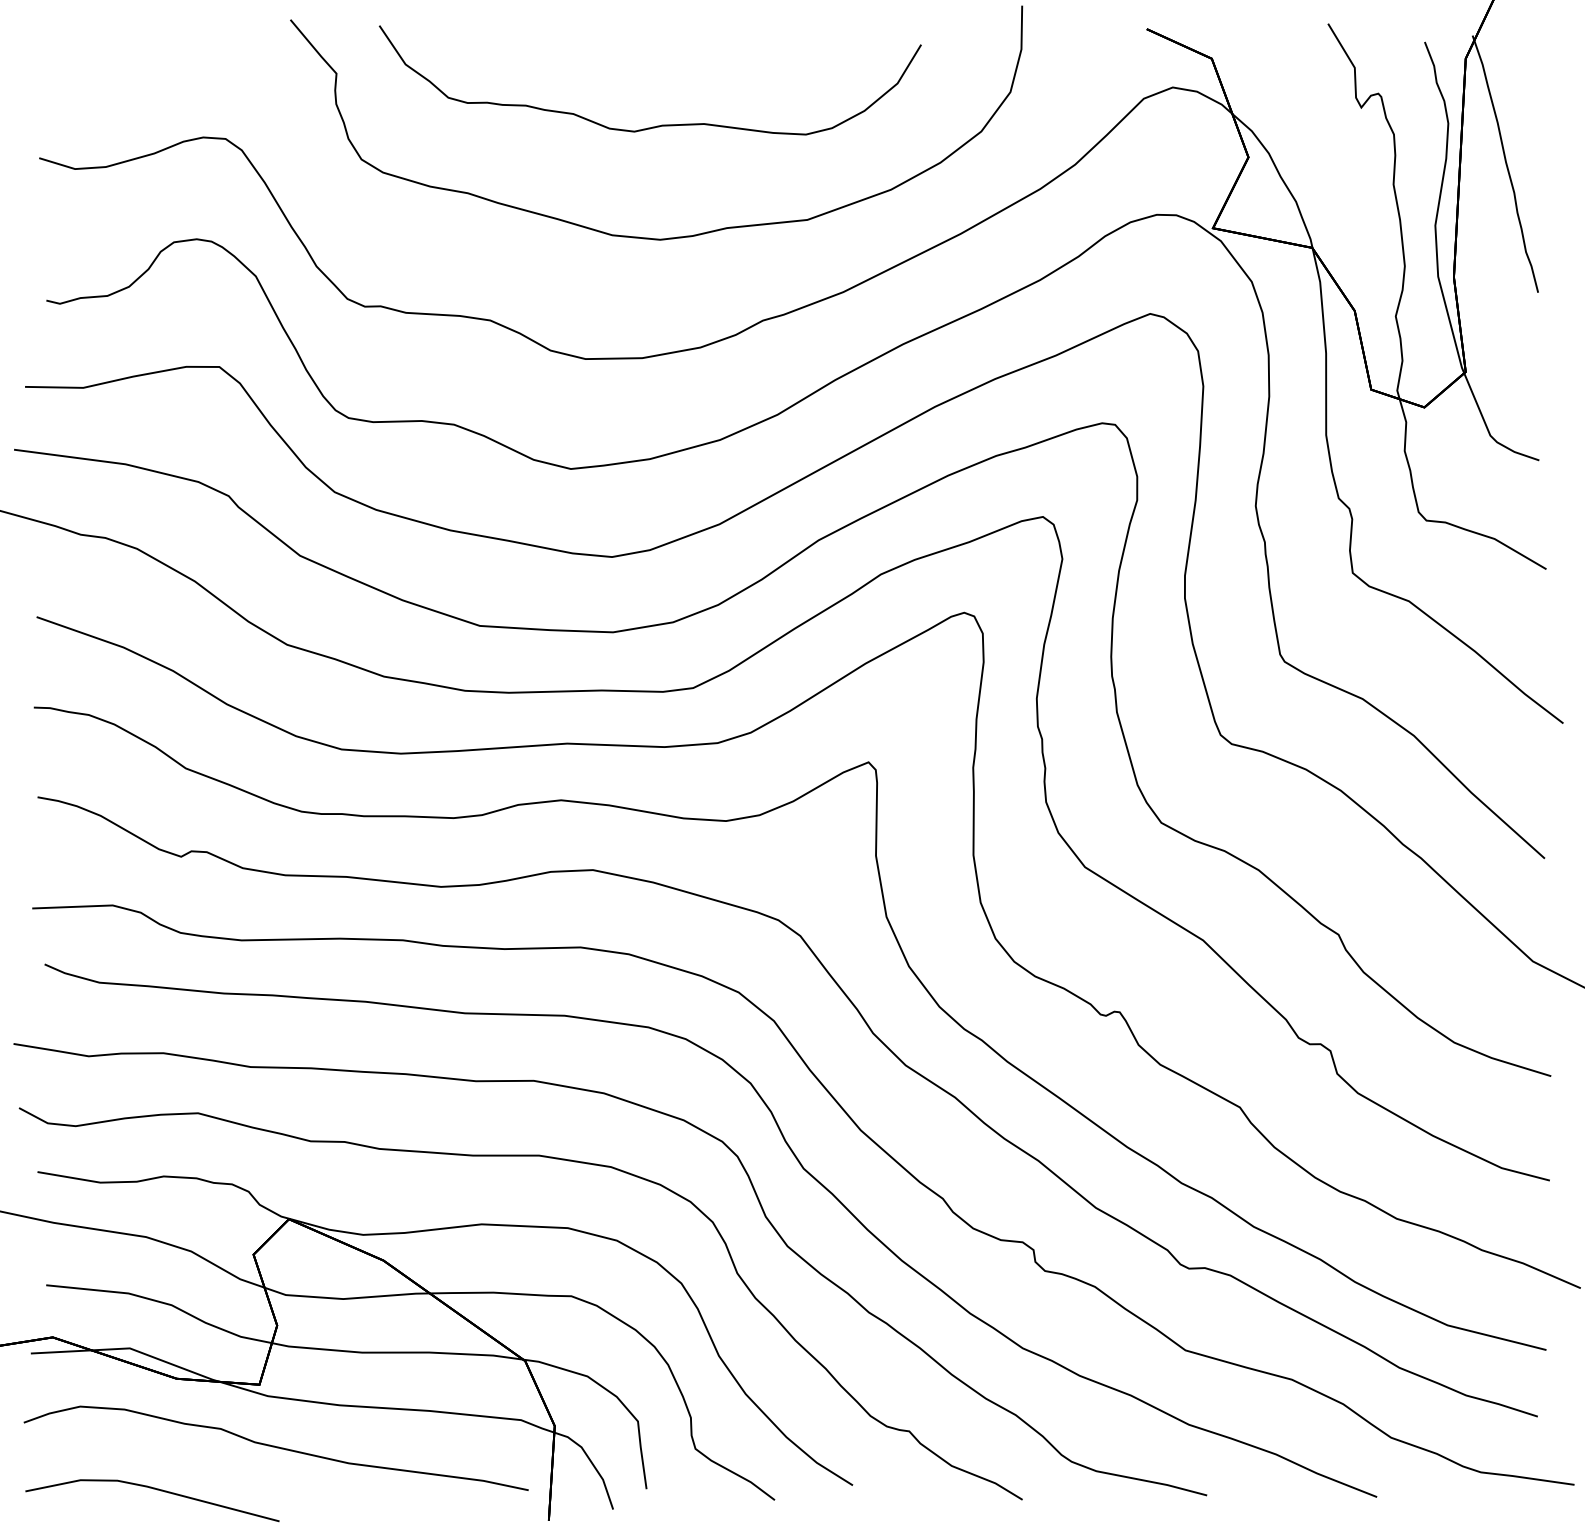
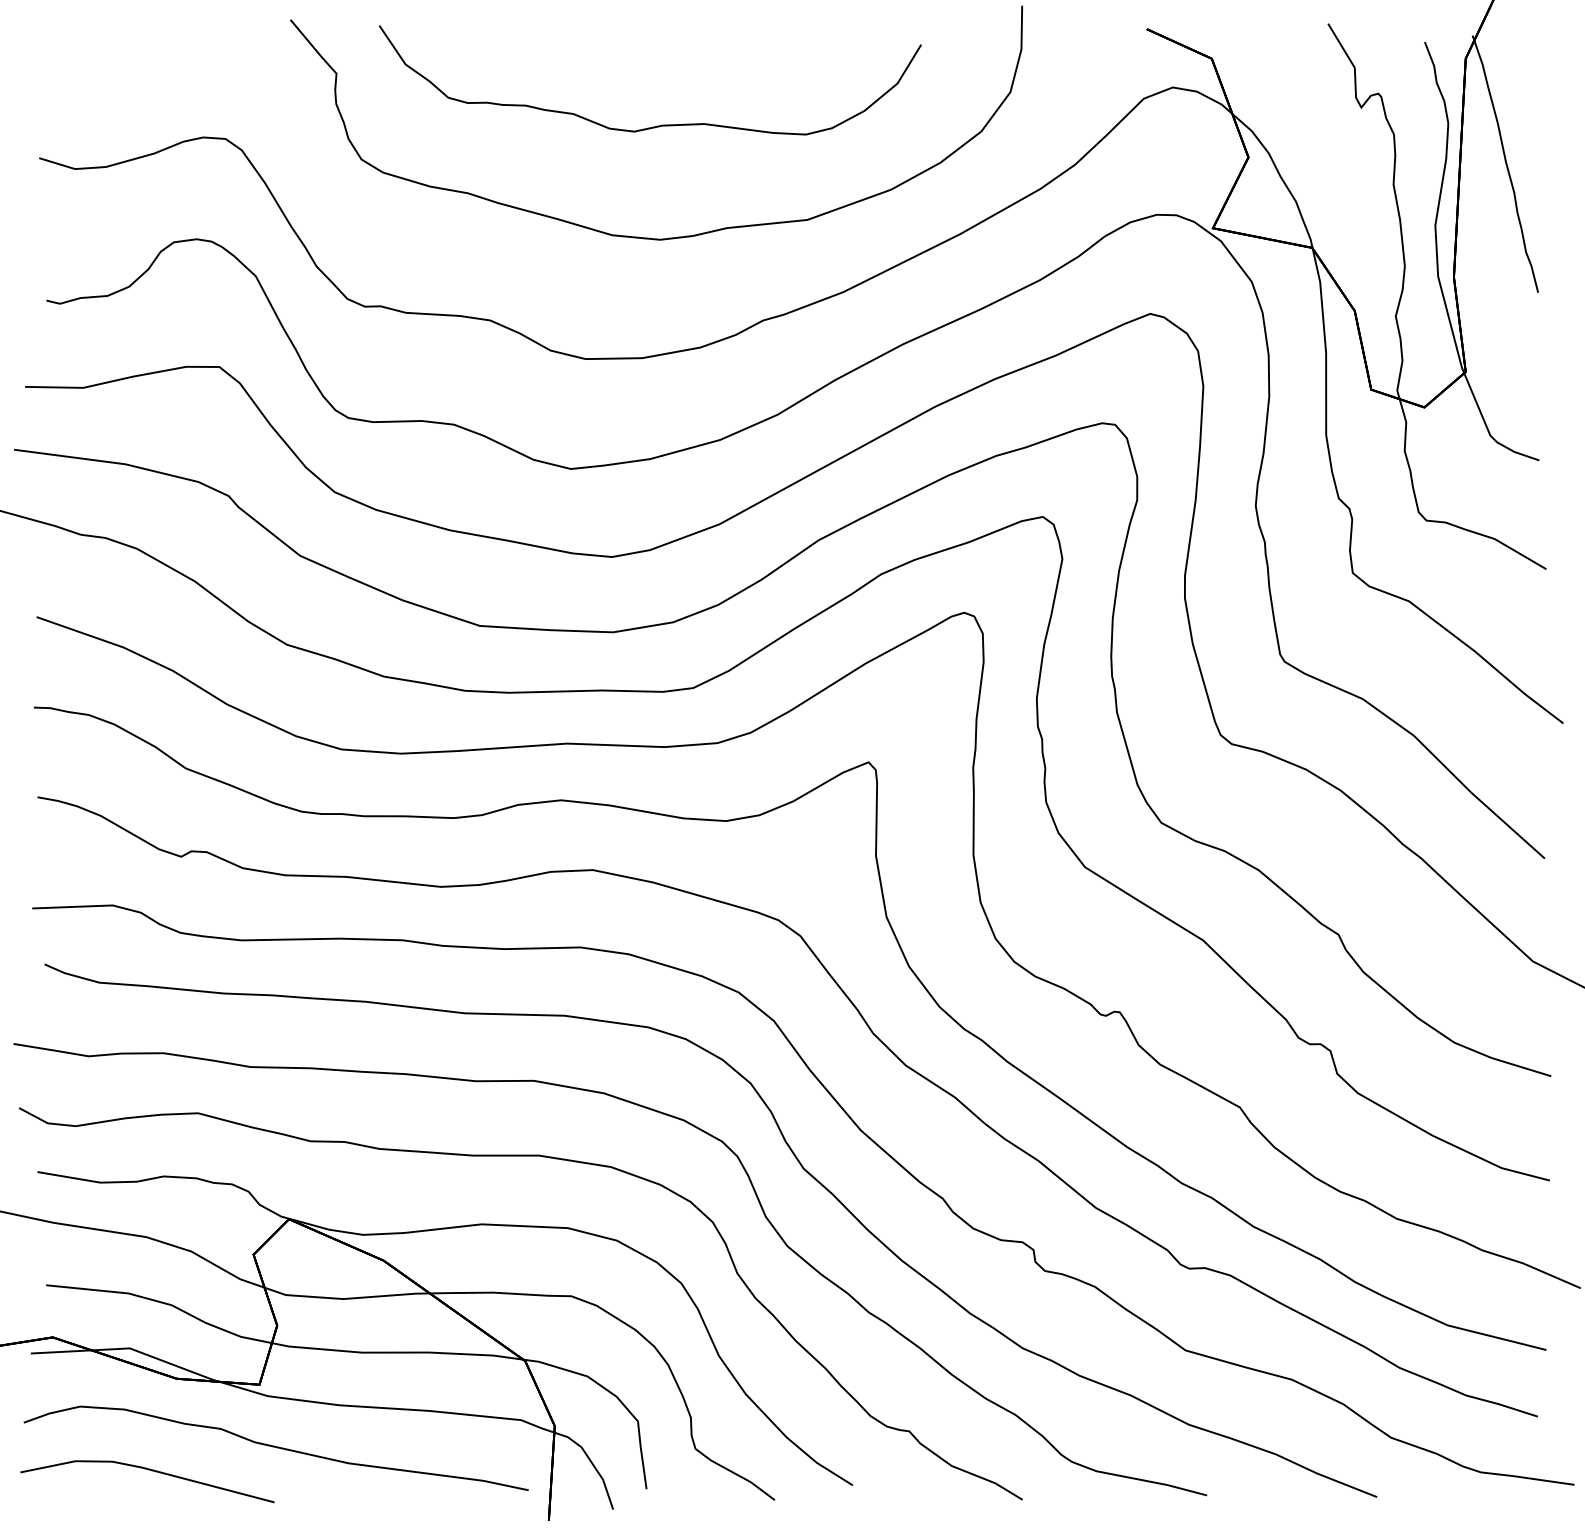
line at (153, 1489) position: (153, 1489) -> (148, 1470)
